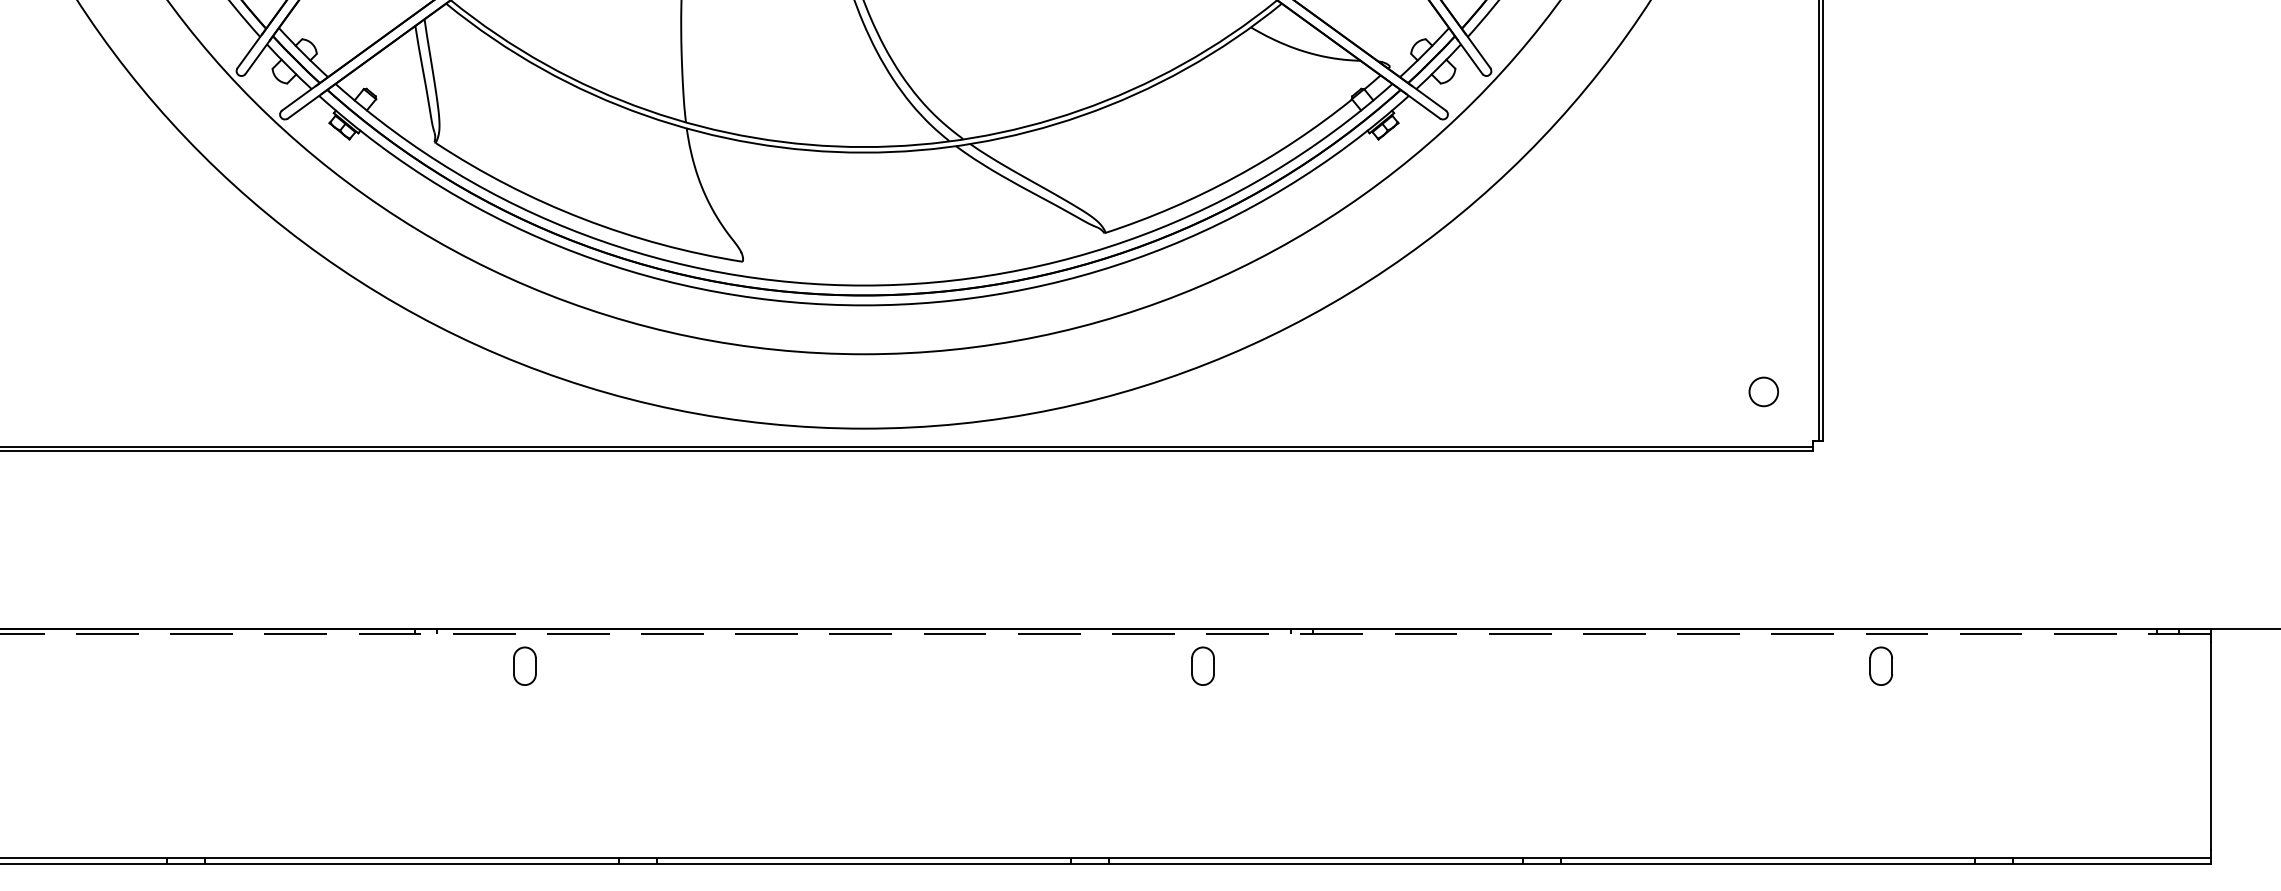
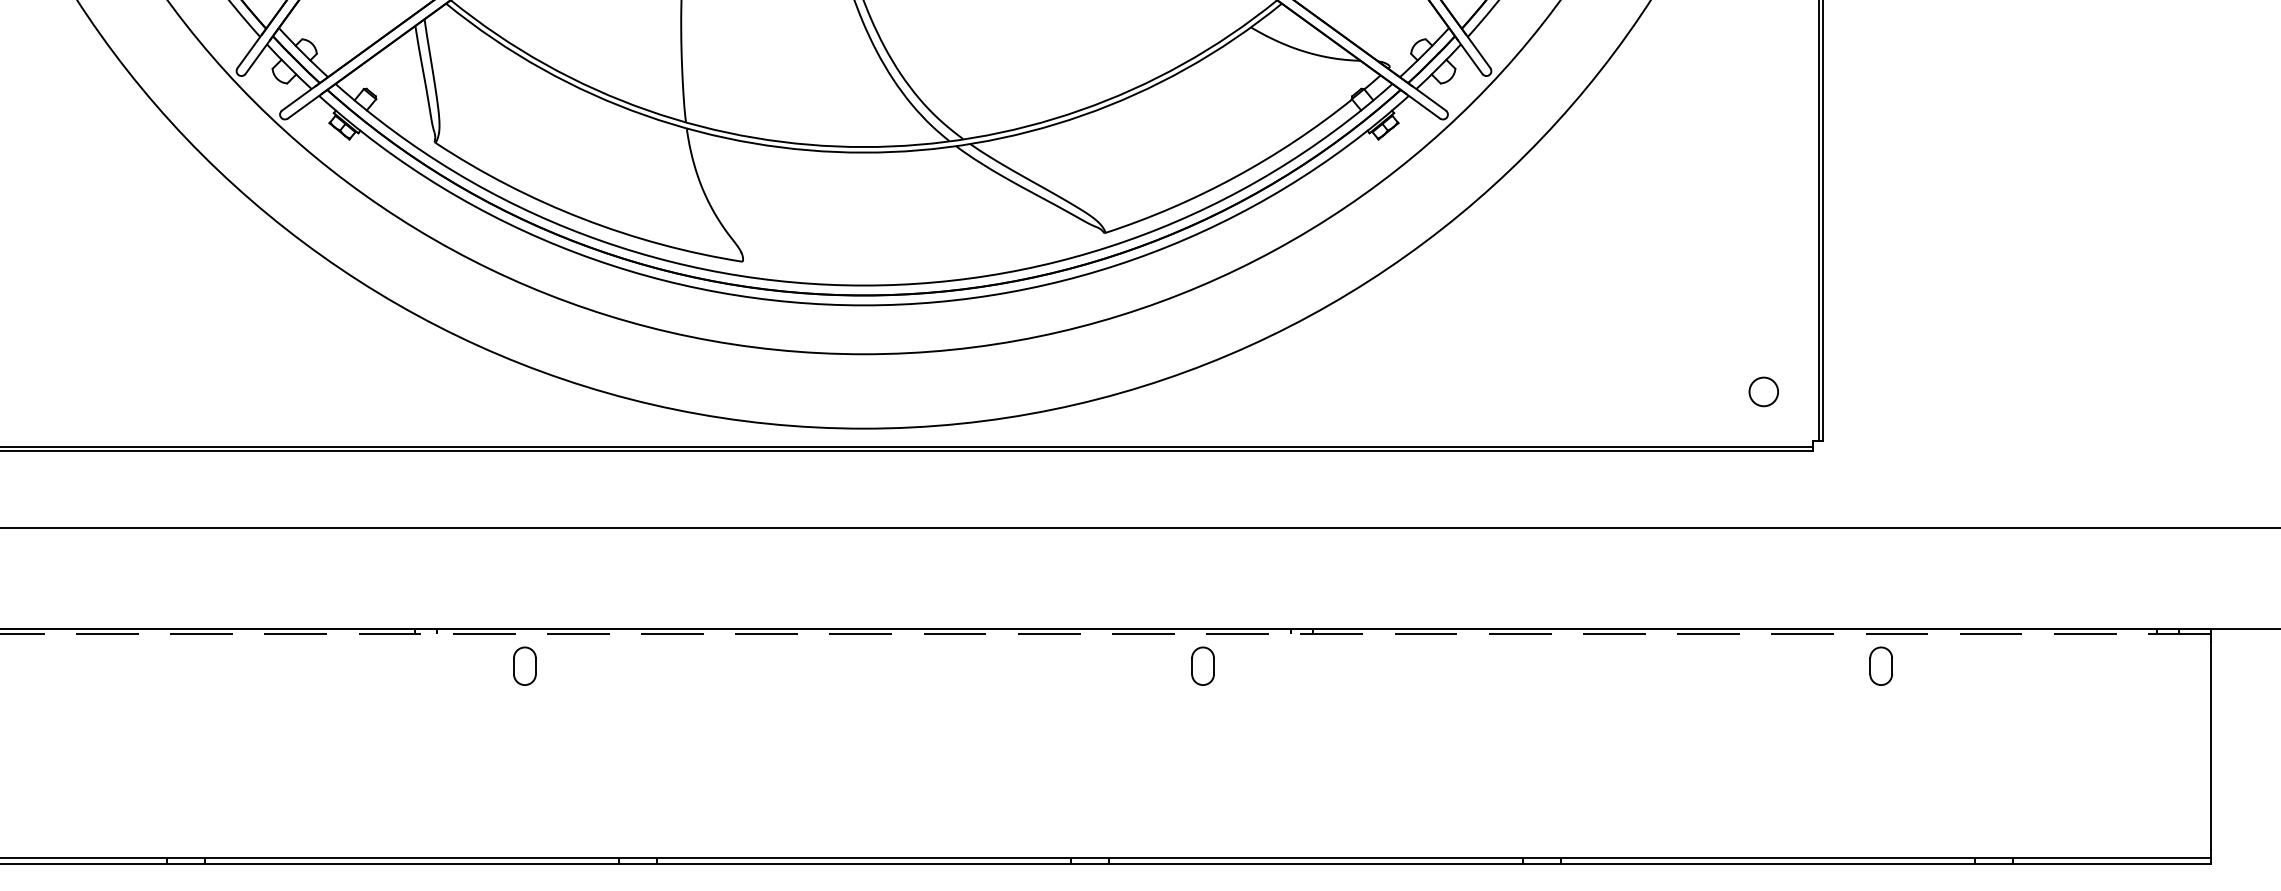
line at (1139, 528): none -> present
